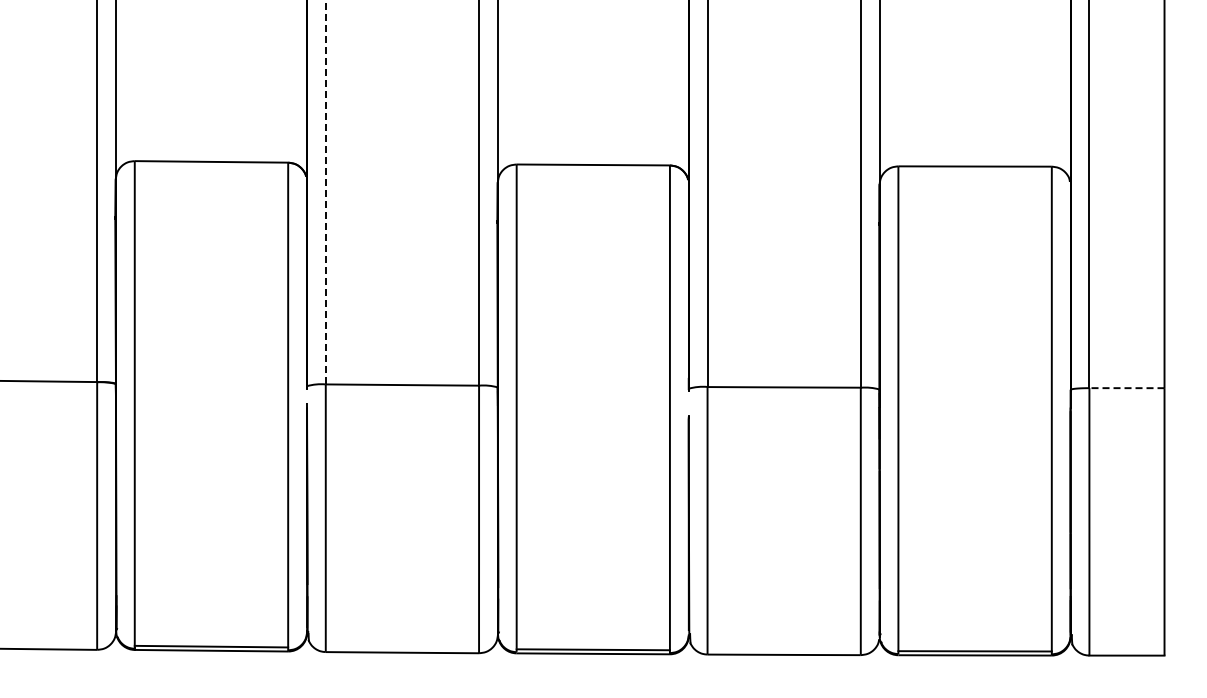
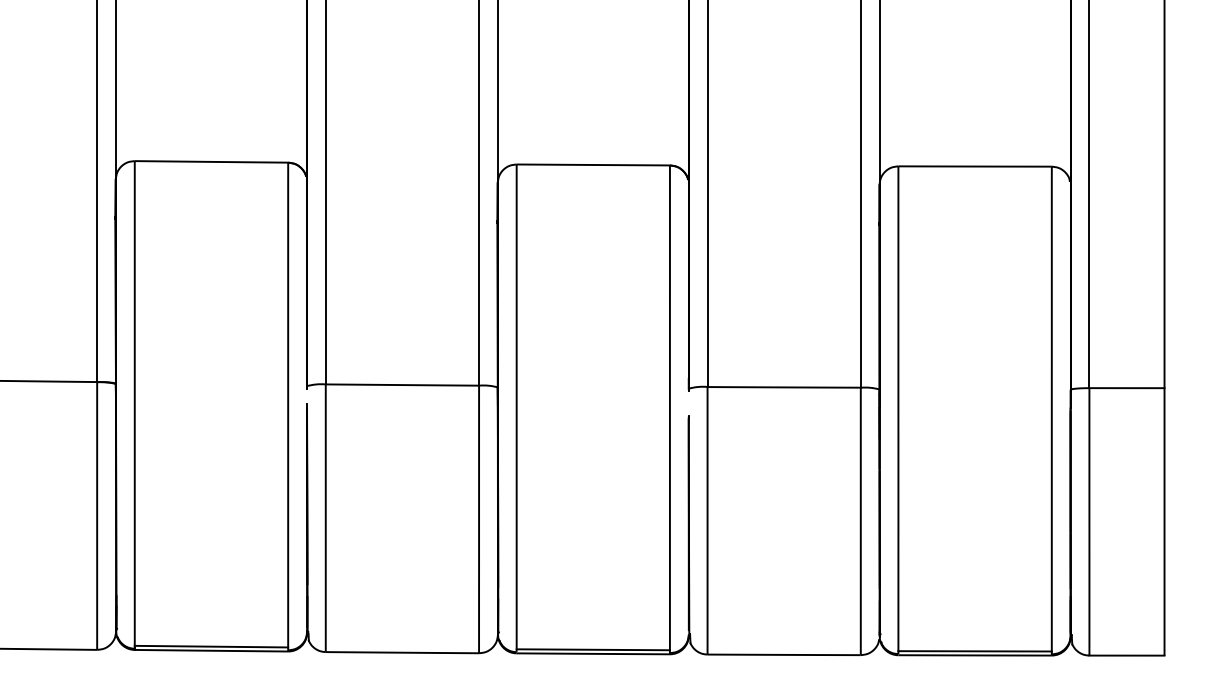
line at (325, 192): dashed -> solid
line at (1126, 388): dashed -> solid
